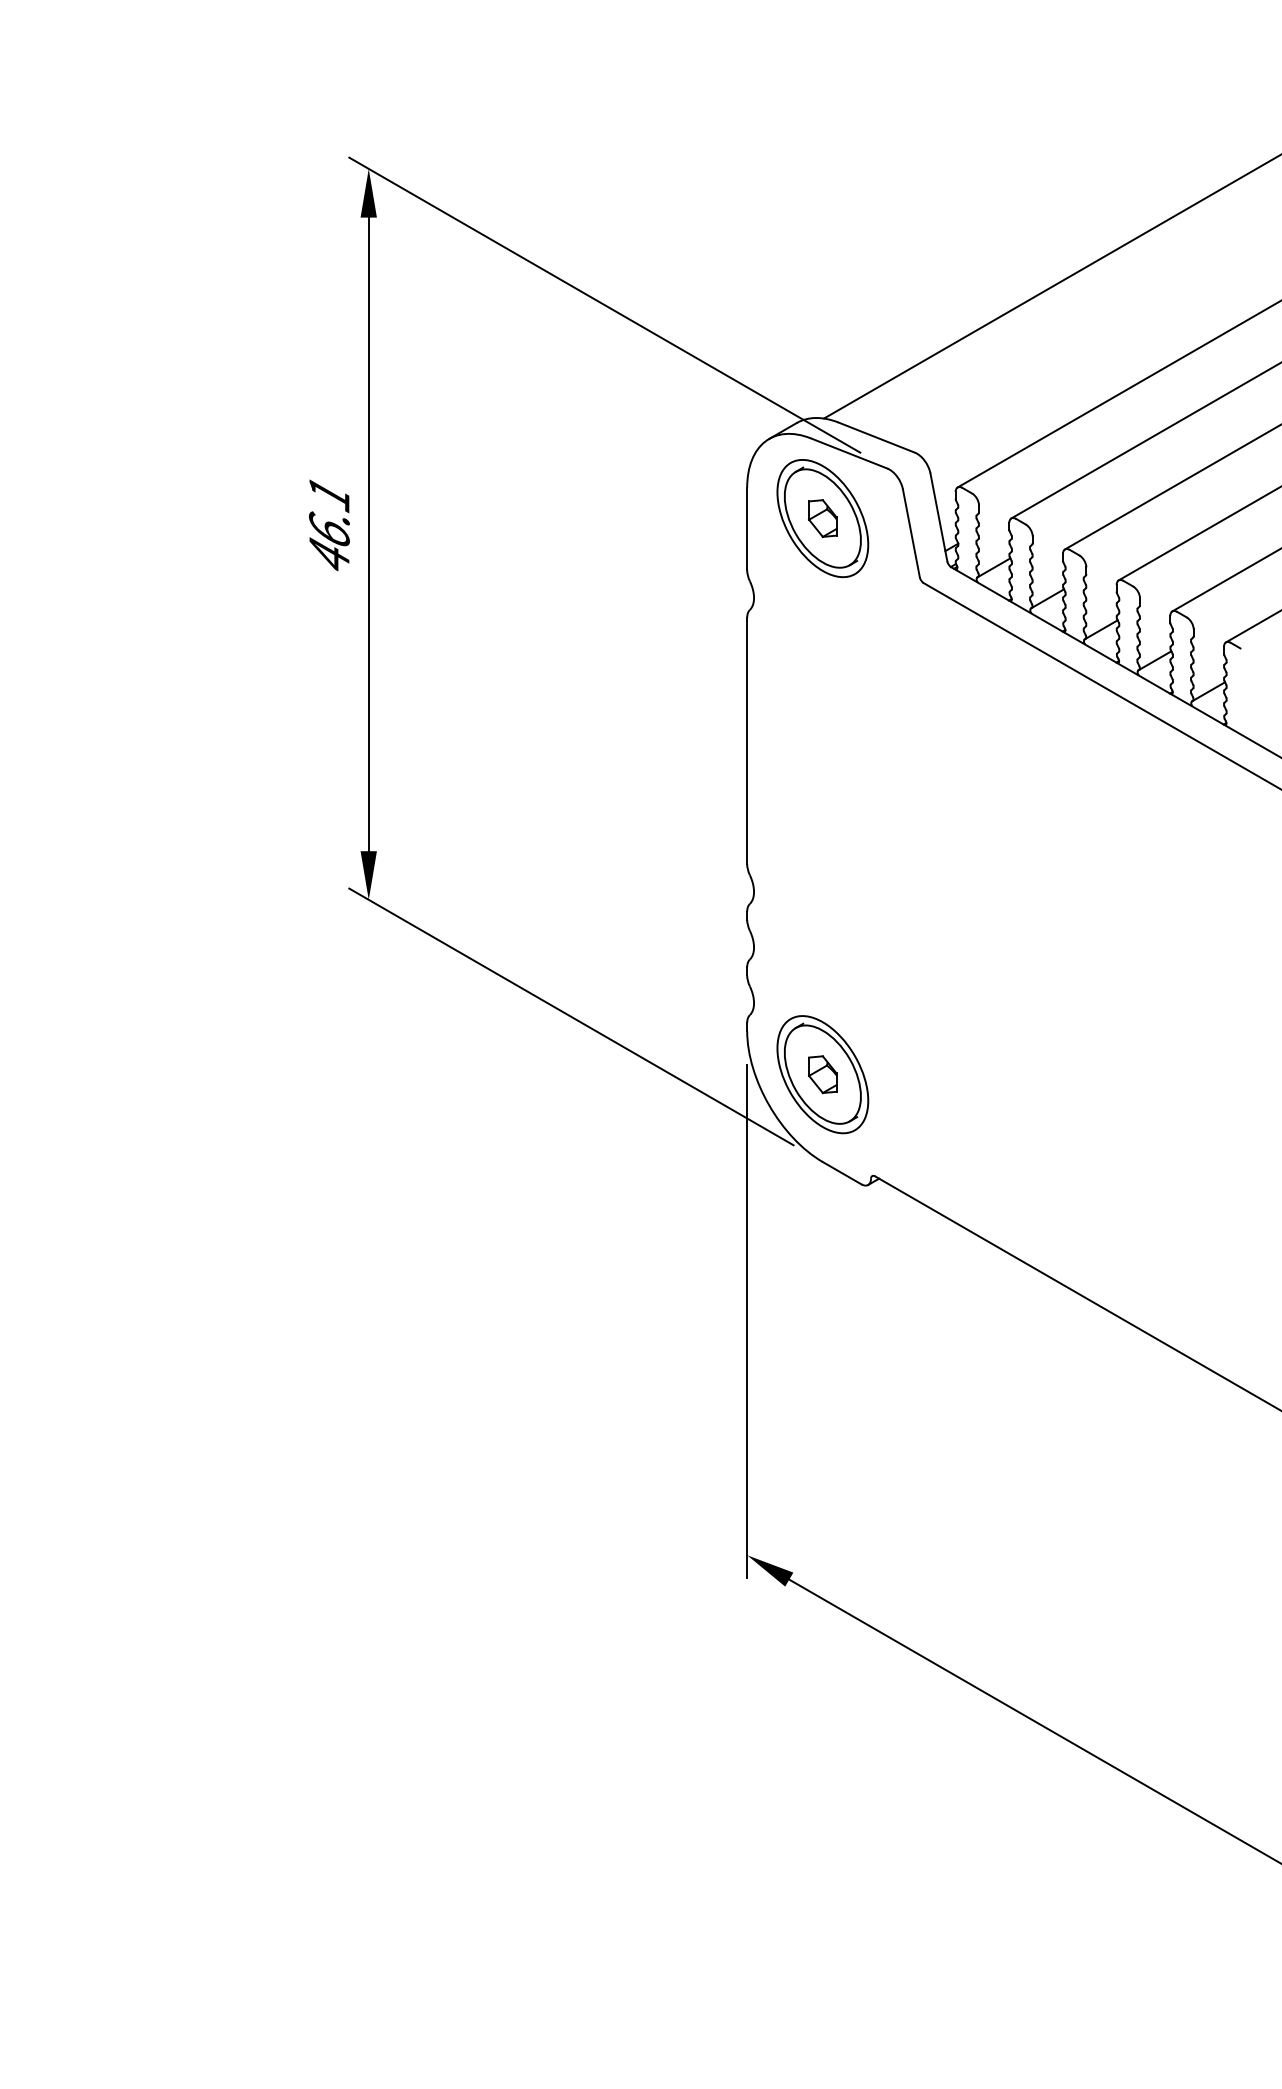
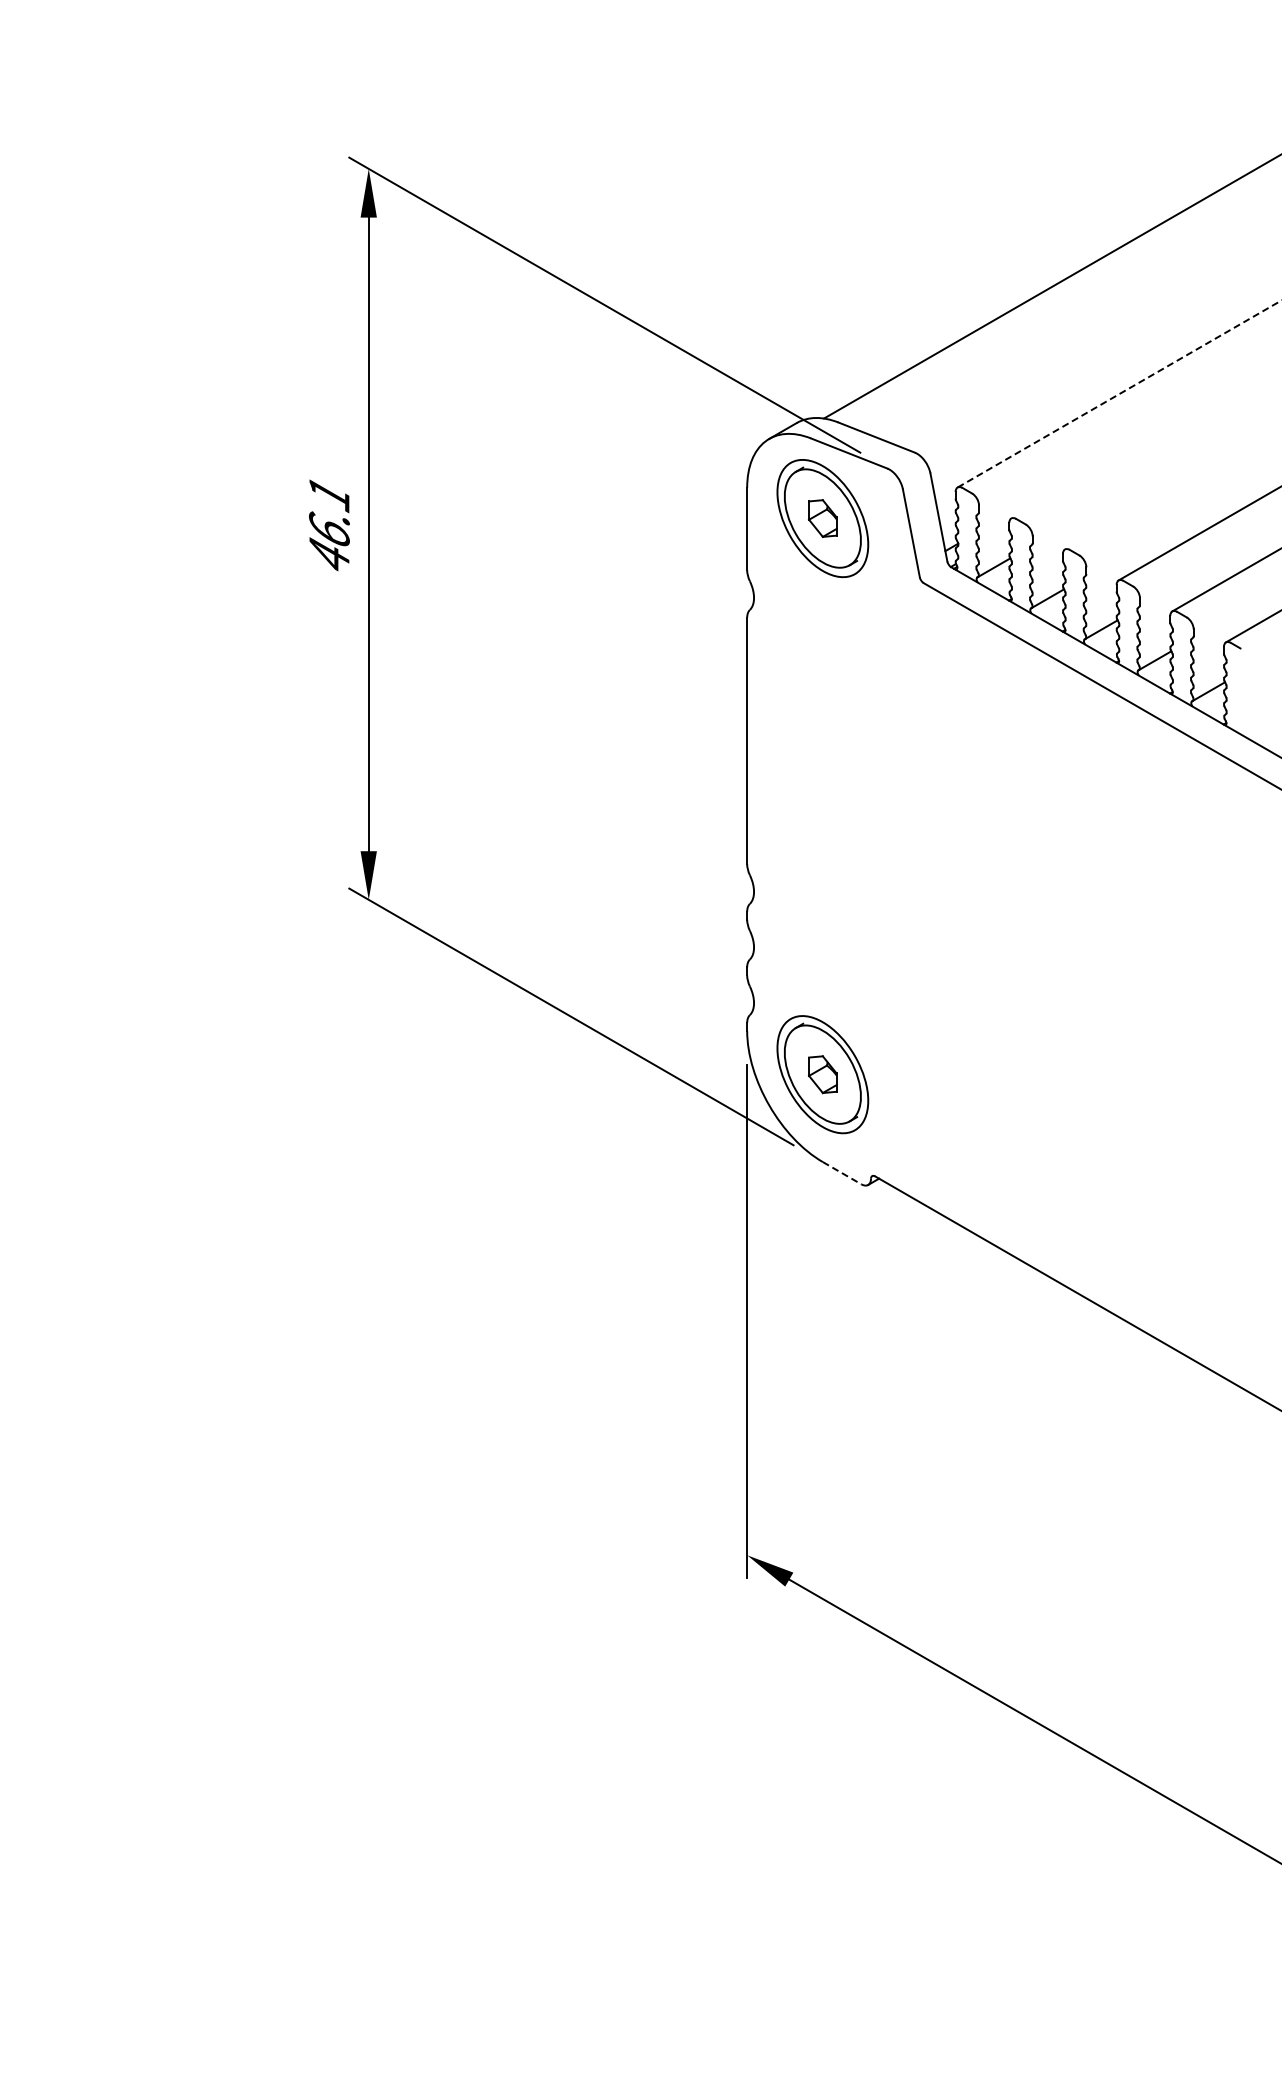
line at (1119, 394): solid -> dashed
line at (1144, 441): present -> none
line at (1171, 487): present -> none
line at (842, 1173): solid -> dashed
